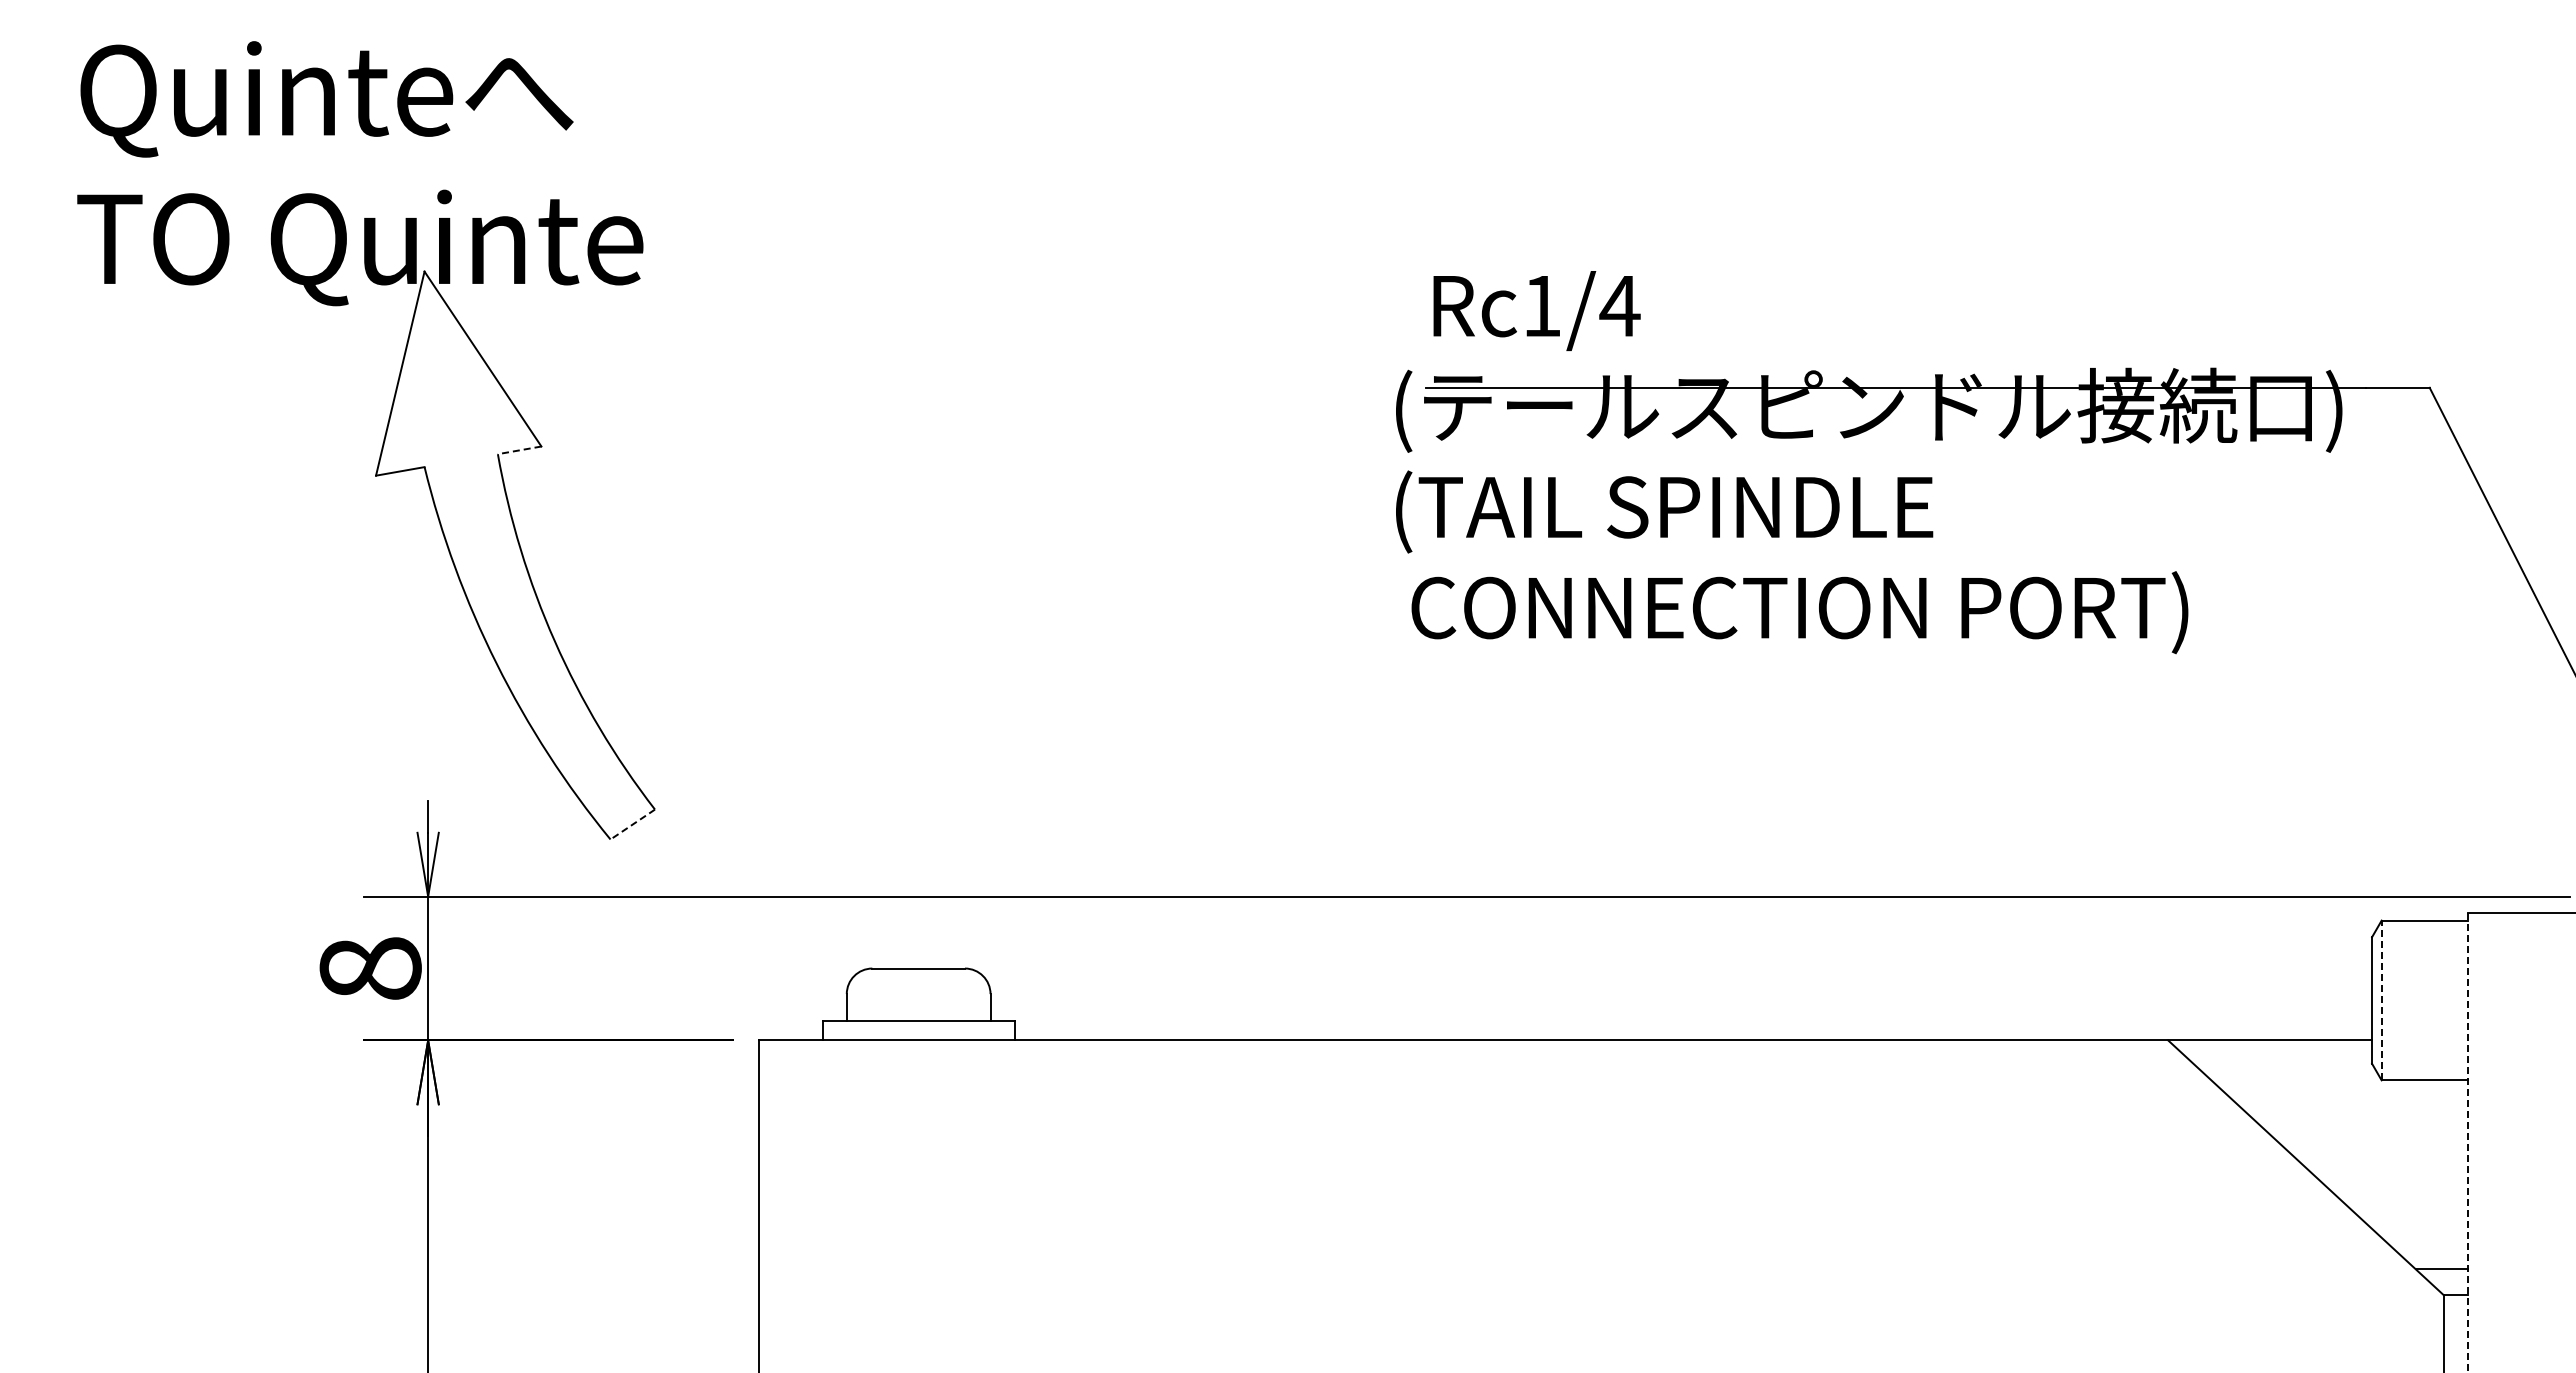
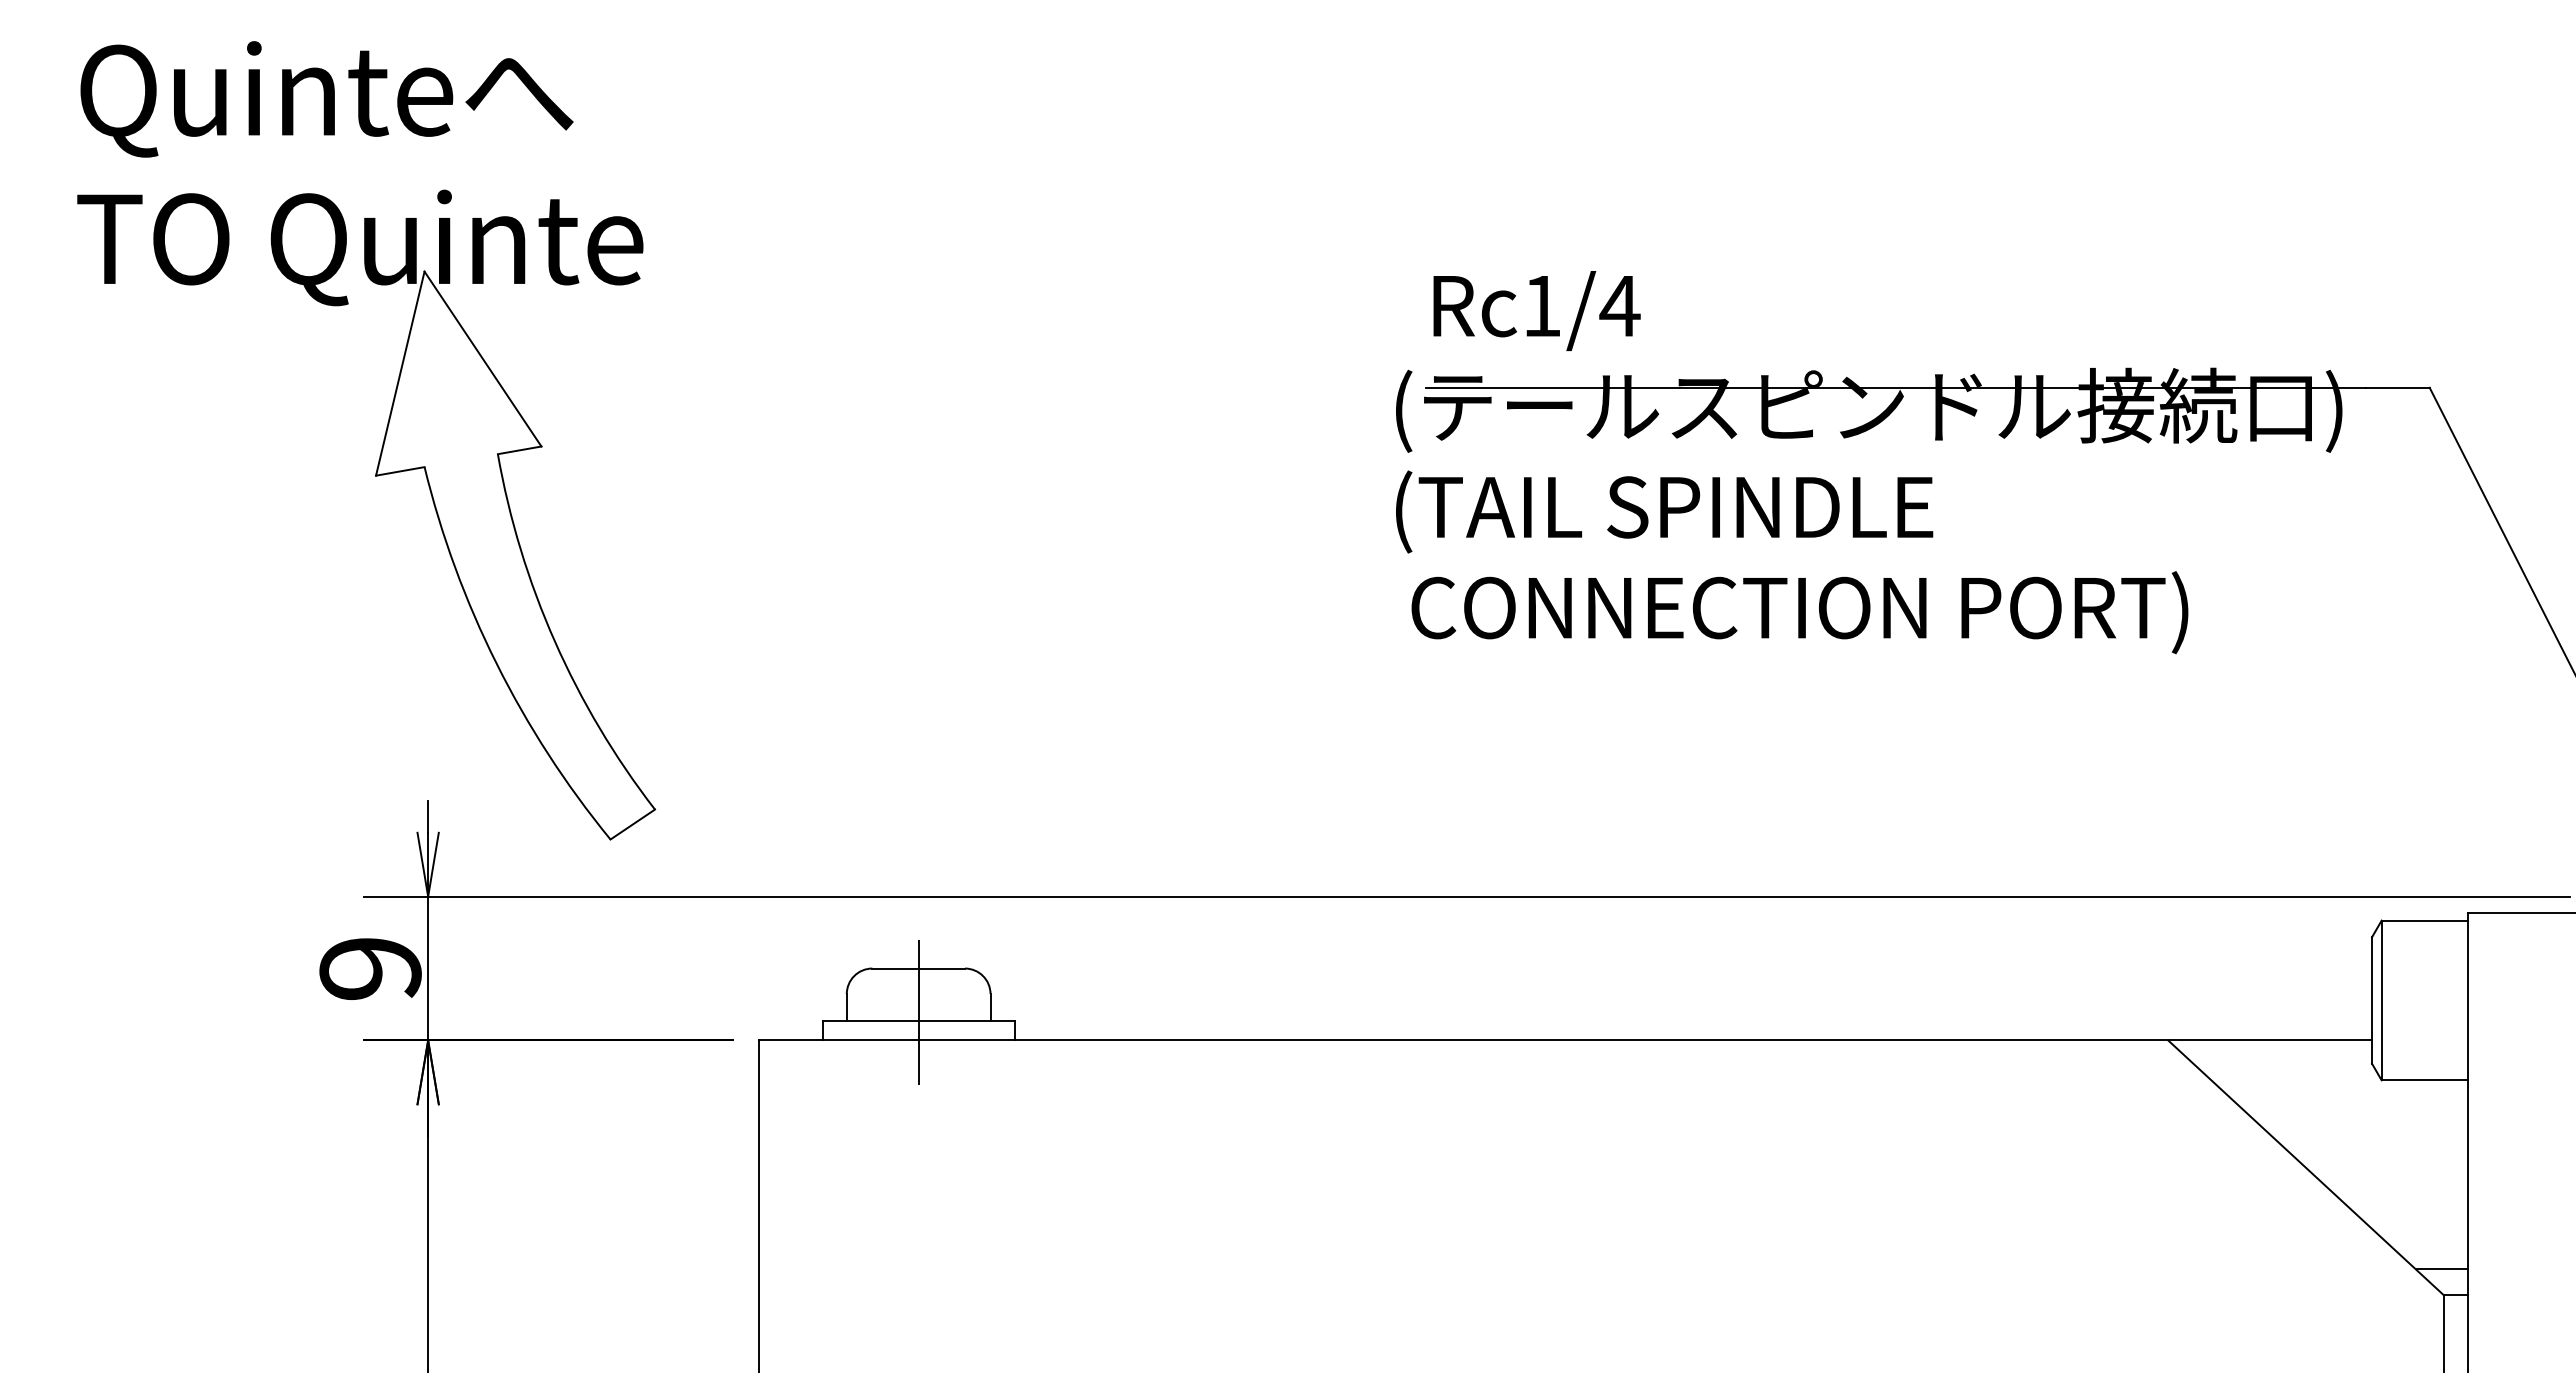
line at (519, 450): dashed -> solid
line at (632, 824): dashed -> solid
text at (370, 968): 8 -> 9
line at (2381, 1000): dashed -> solid
line at (918, 1012): none -> present
line at (2467, 1142): dashed -> solid
